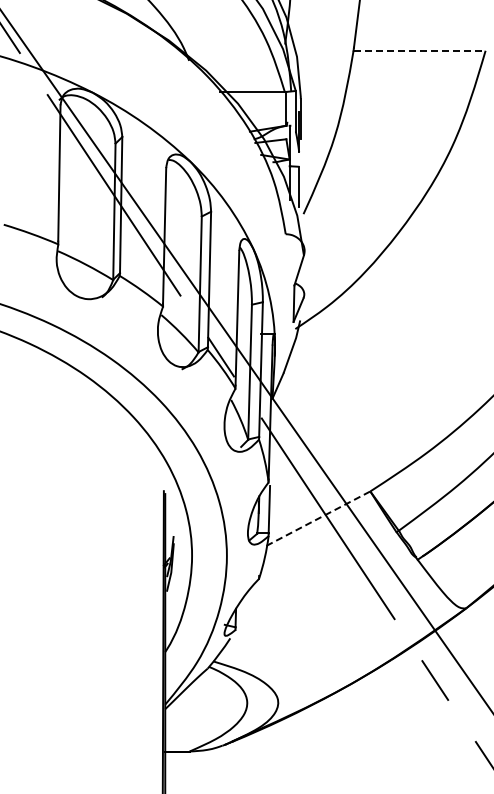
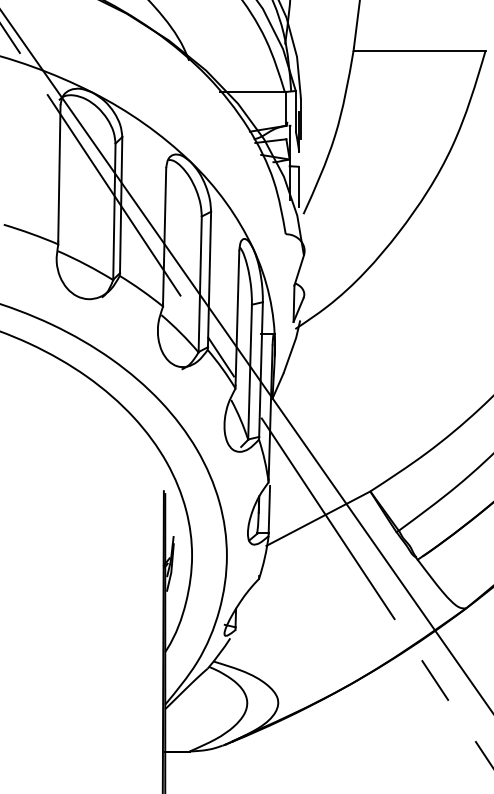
line at (420, 50): dashed -> solid
line at (318, 518): dashed -> solid
